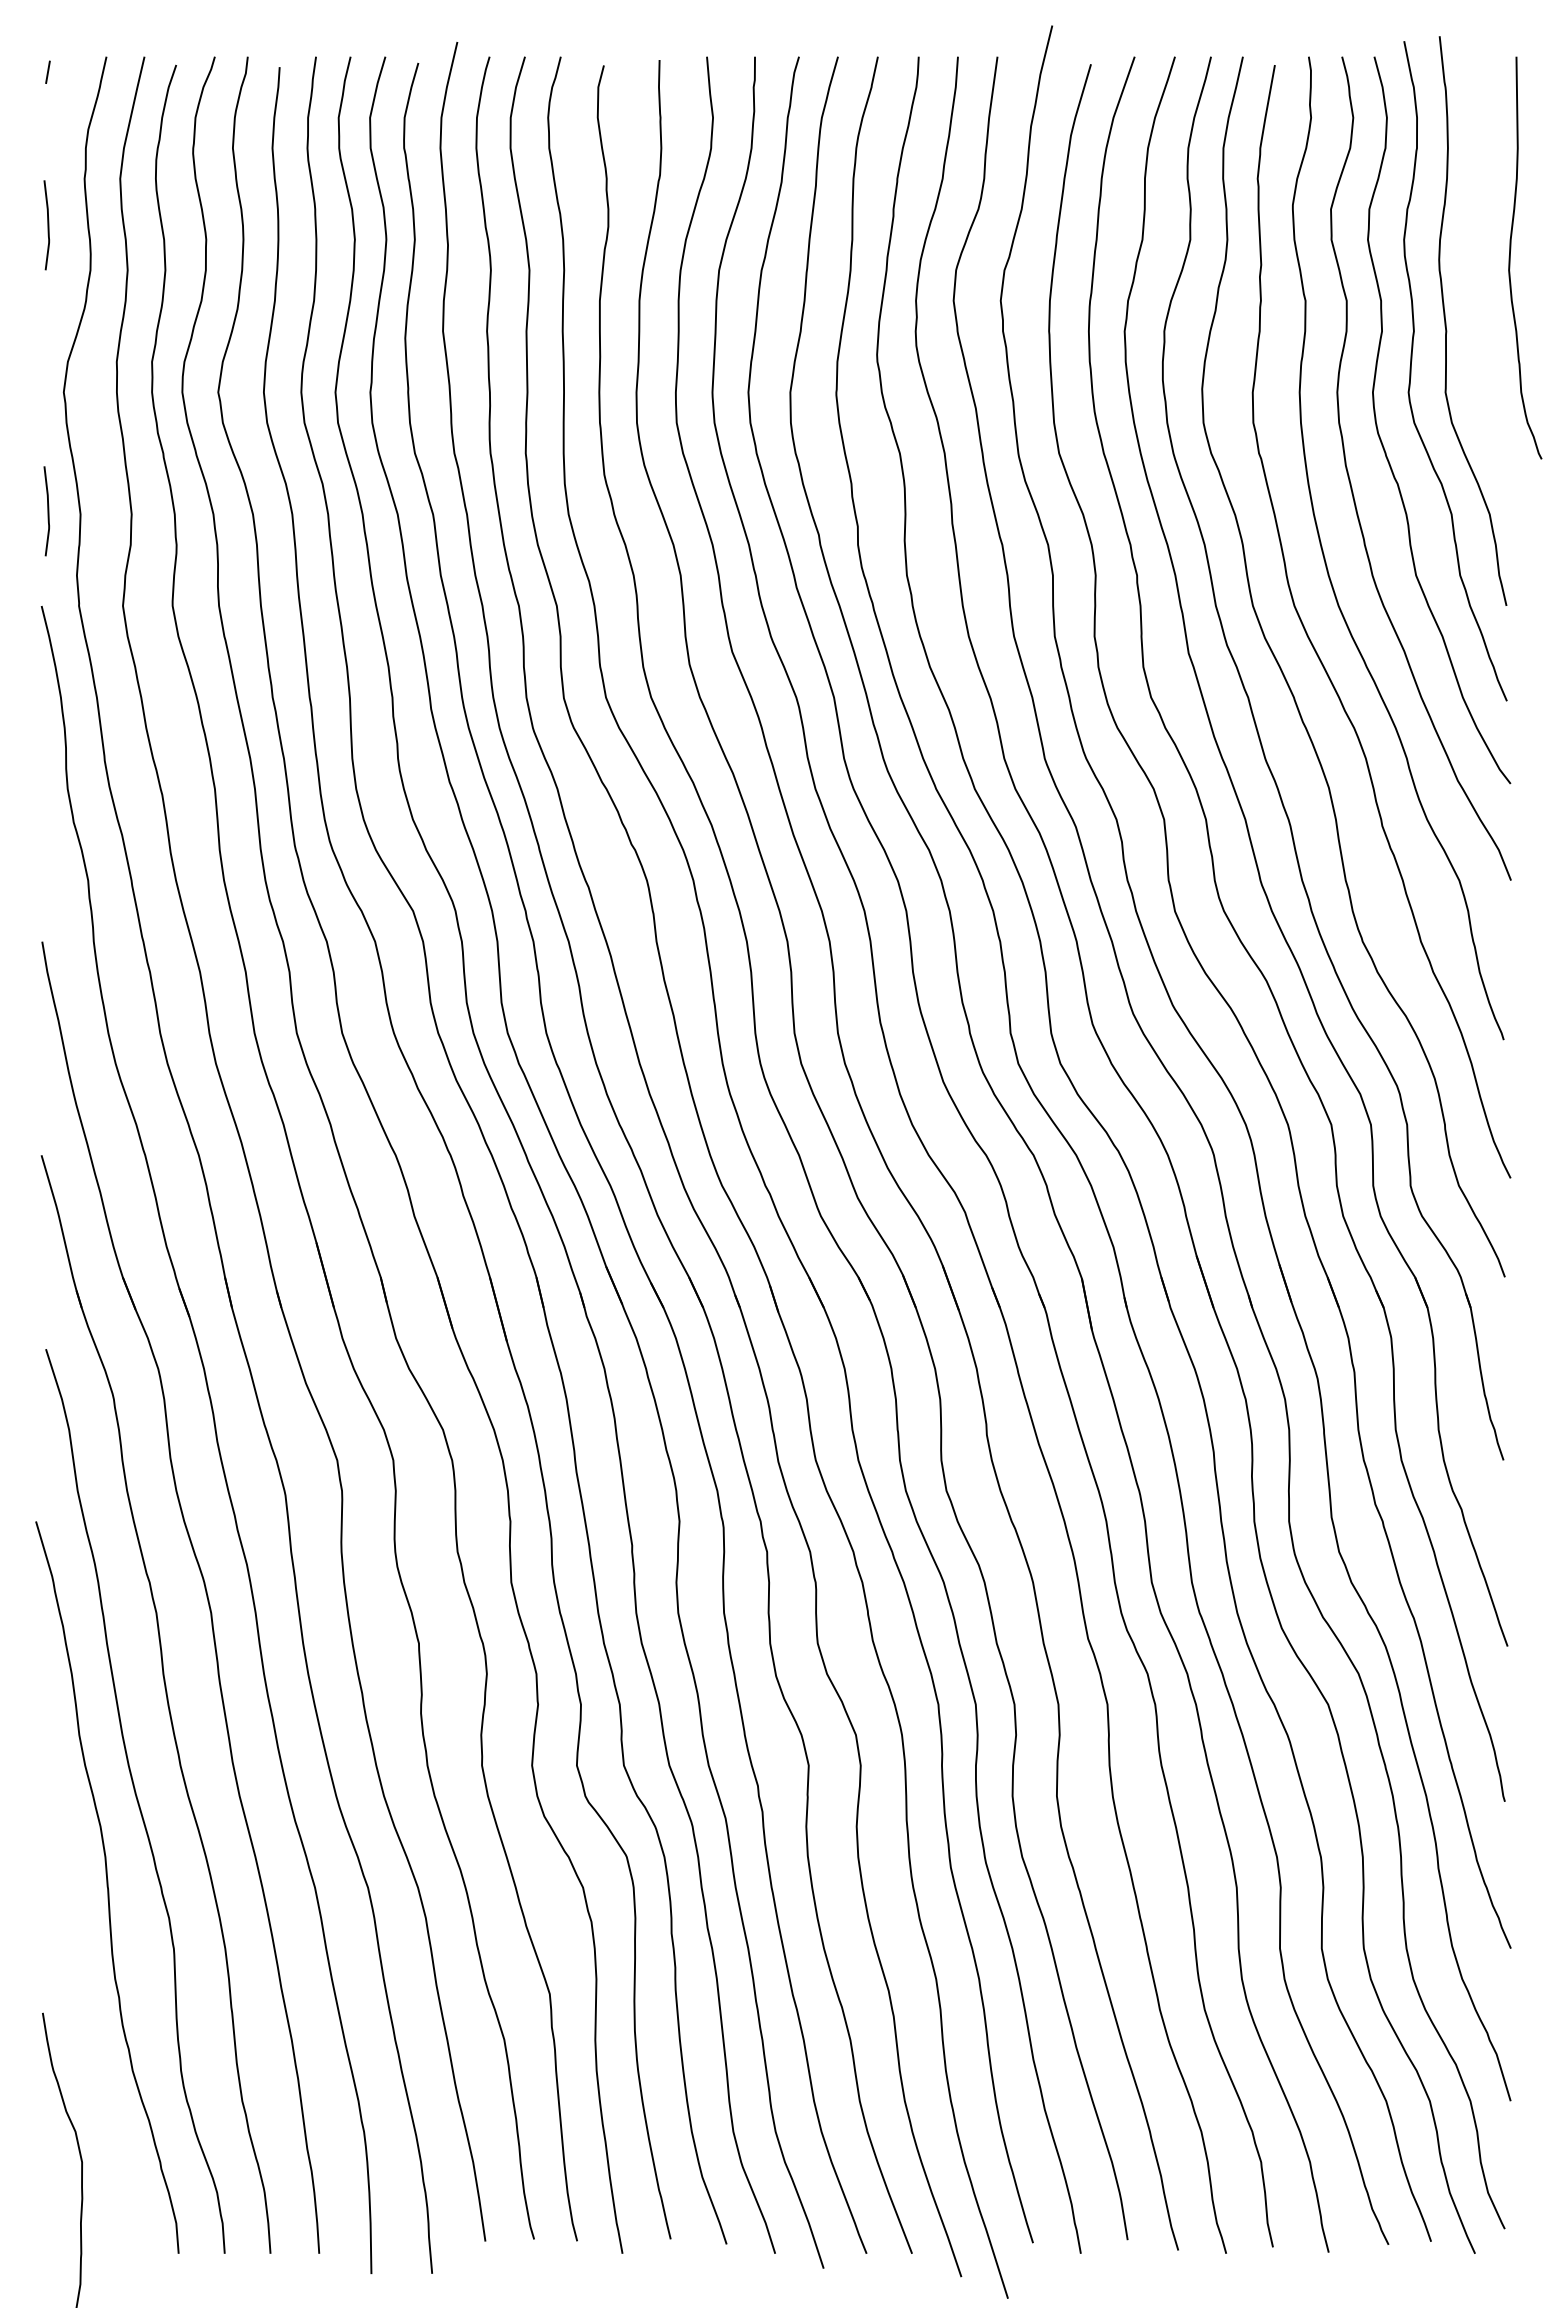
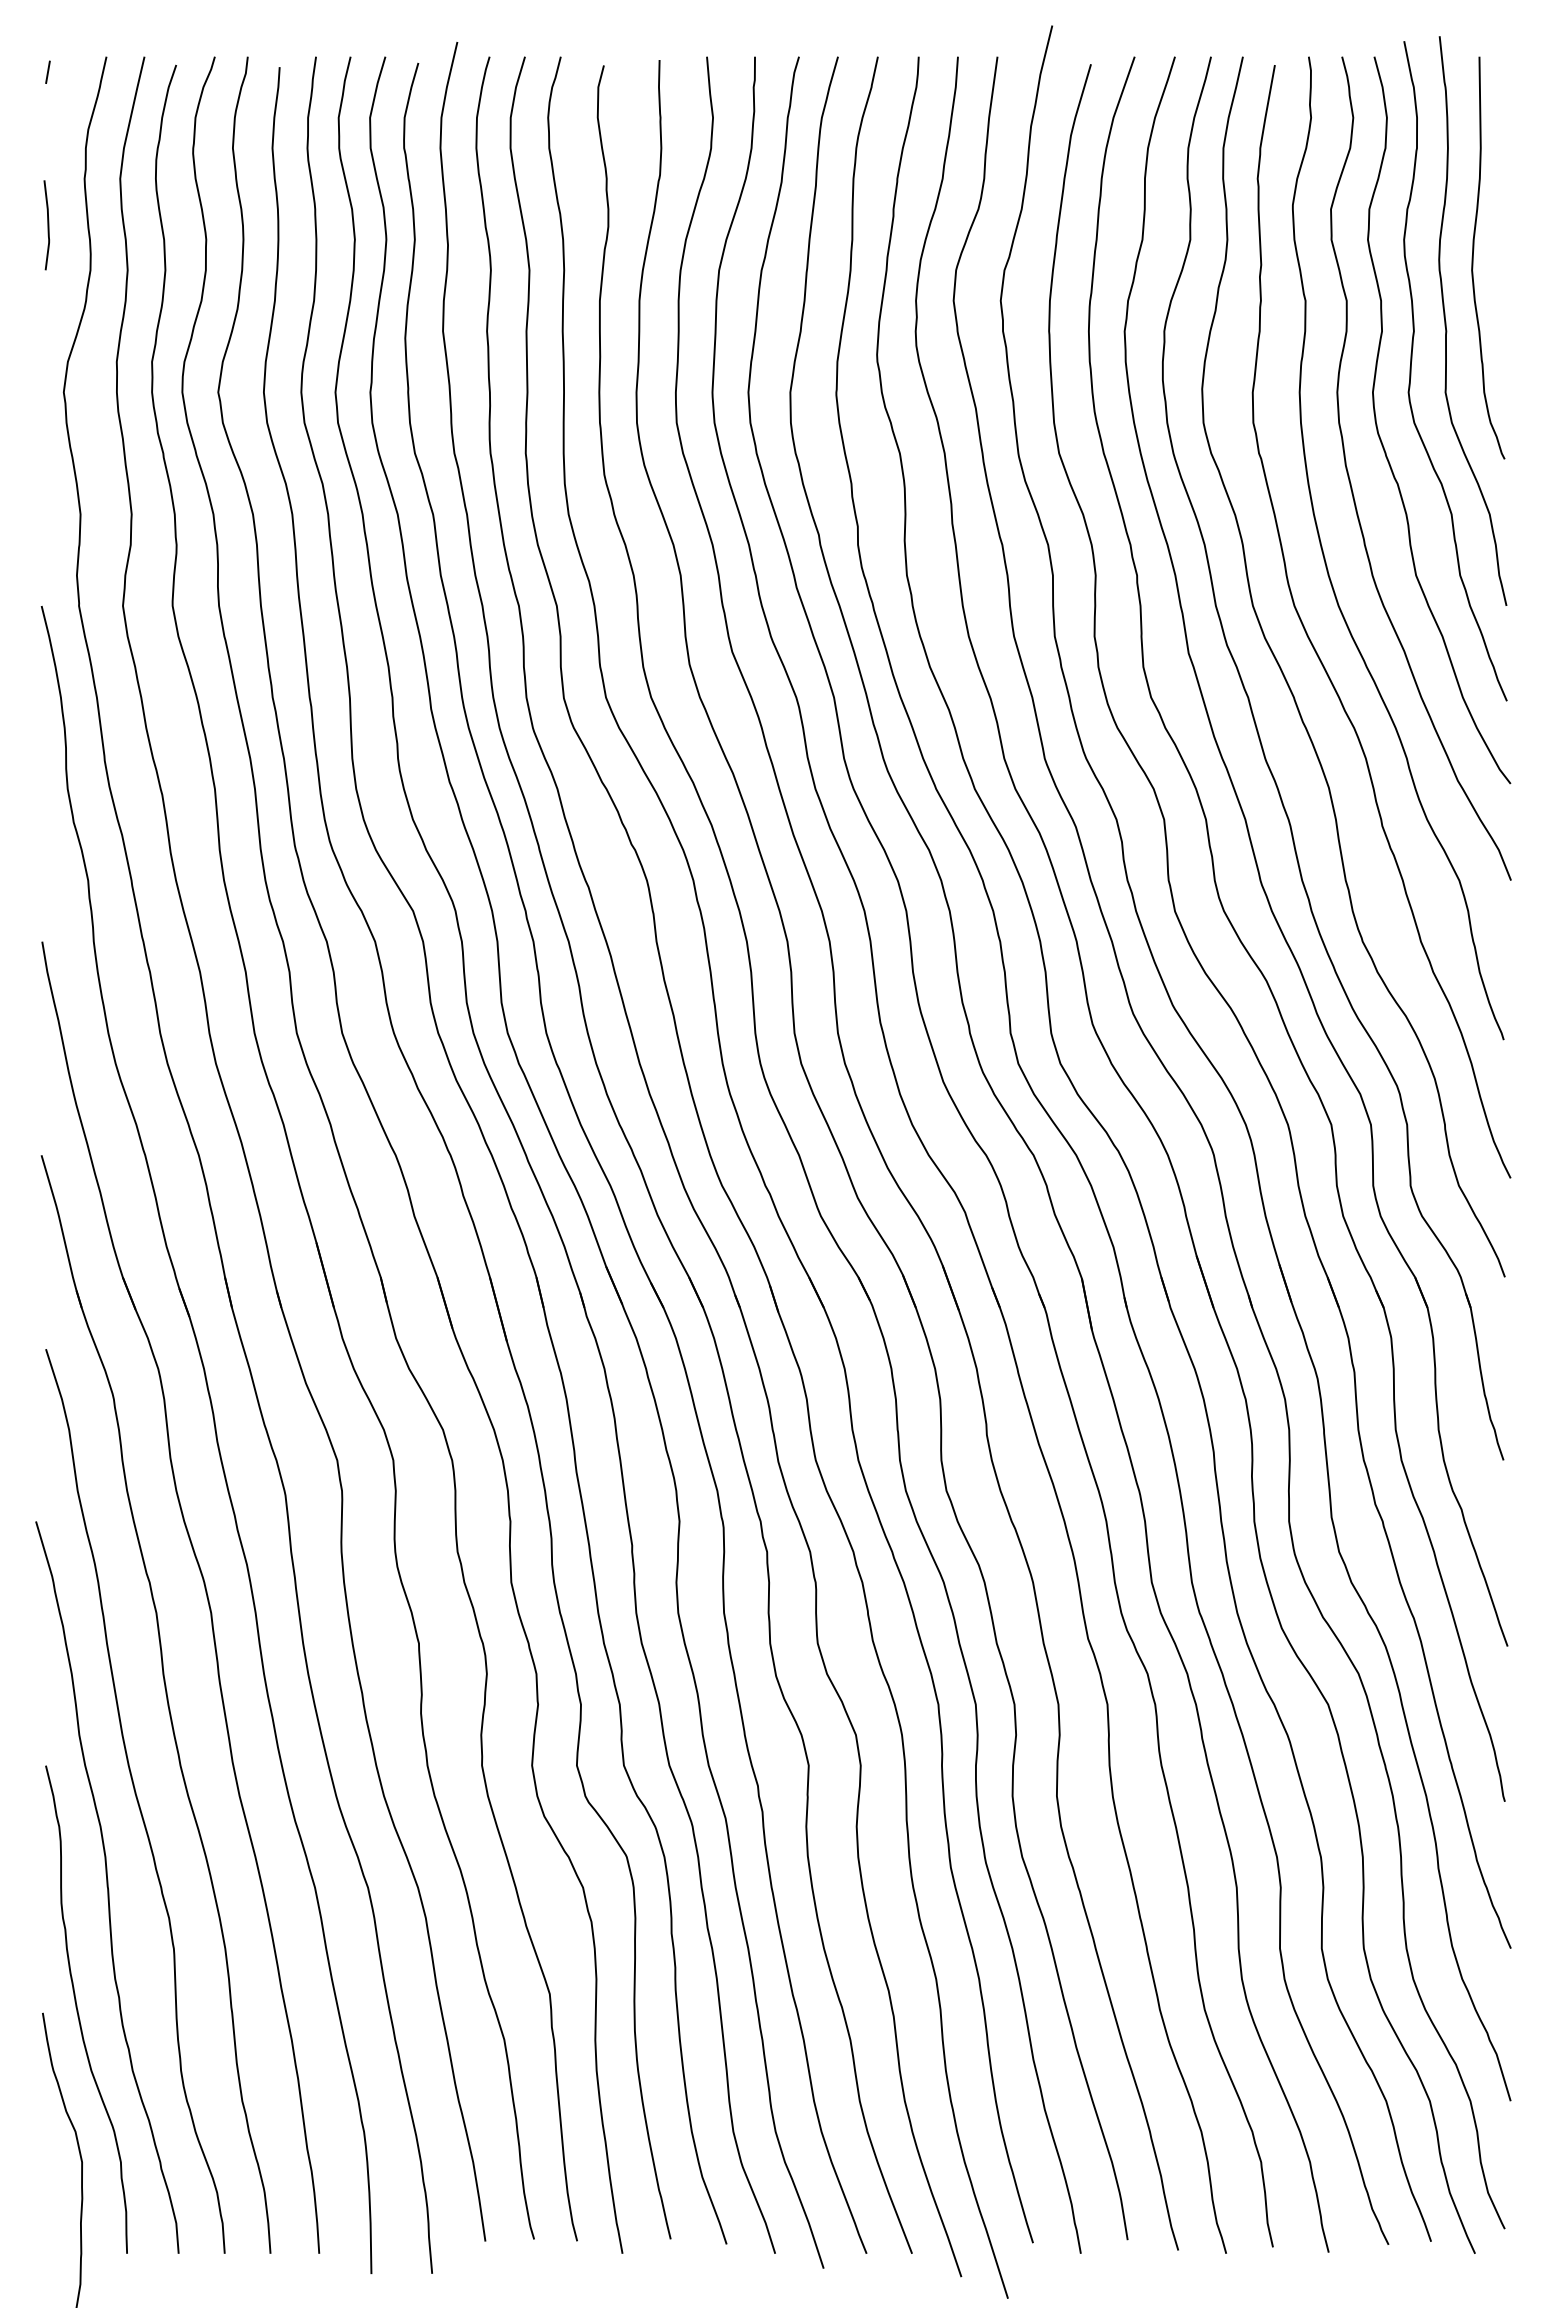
curve at (1510, 257) position: (1510, 257) -> (1473, 257)
curve at (47, 511): present -> none
curve at (78, 2010): none -> present
